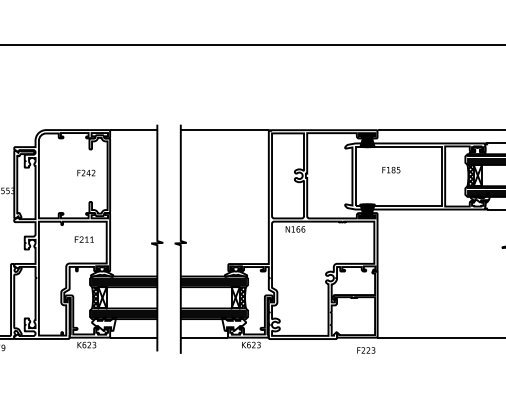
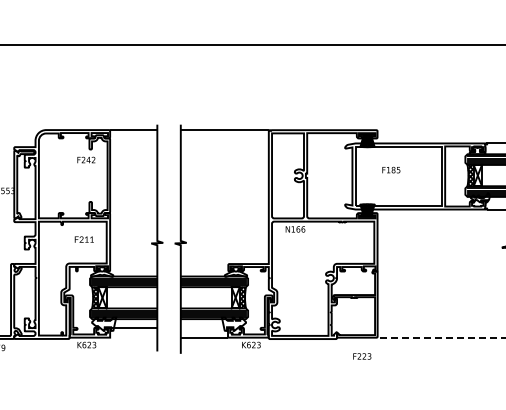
line at (440, 130): present -> none
text at (86, 172) position: (86, 172) -> (86, 159)
line at (133, 337) position: (133, 337) -> (133, 327)
line at (442, 337): solid -> dashed
text at (366, 350) position: (366, 350) -> (362, 356)
